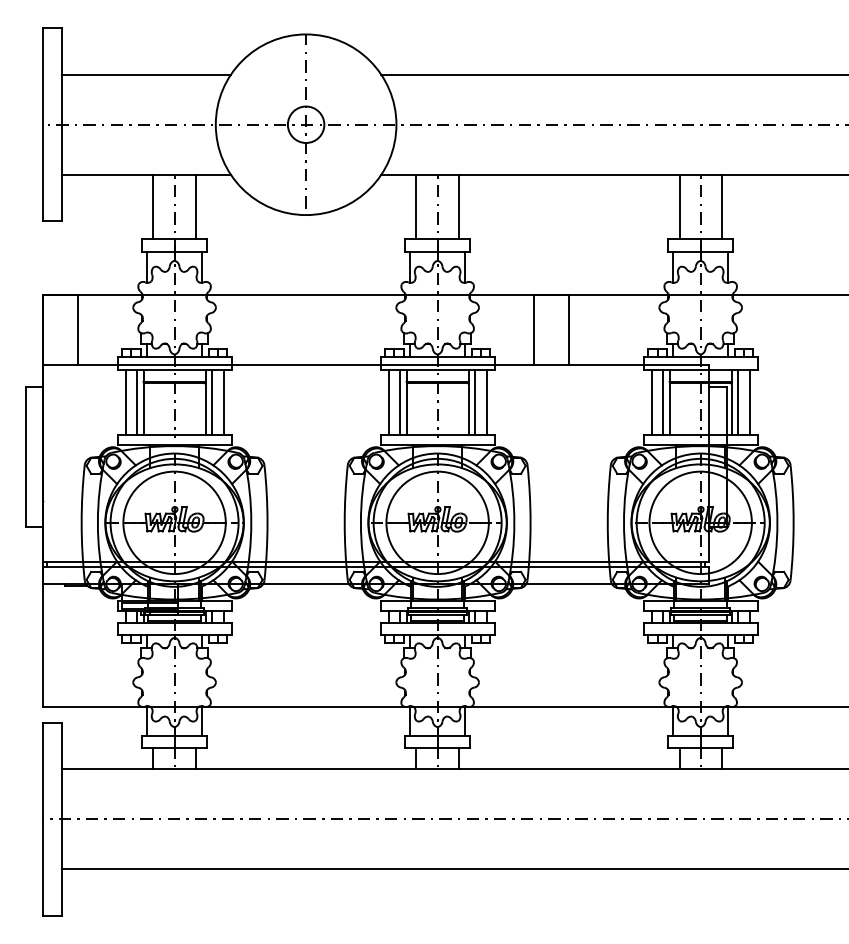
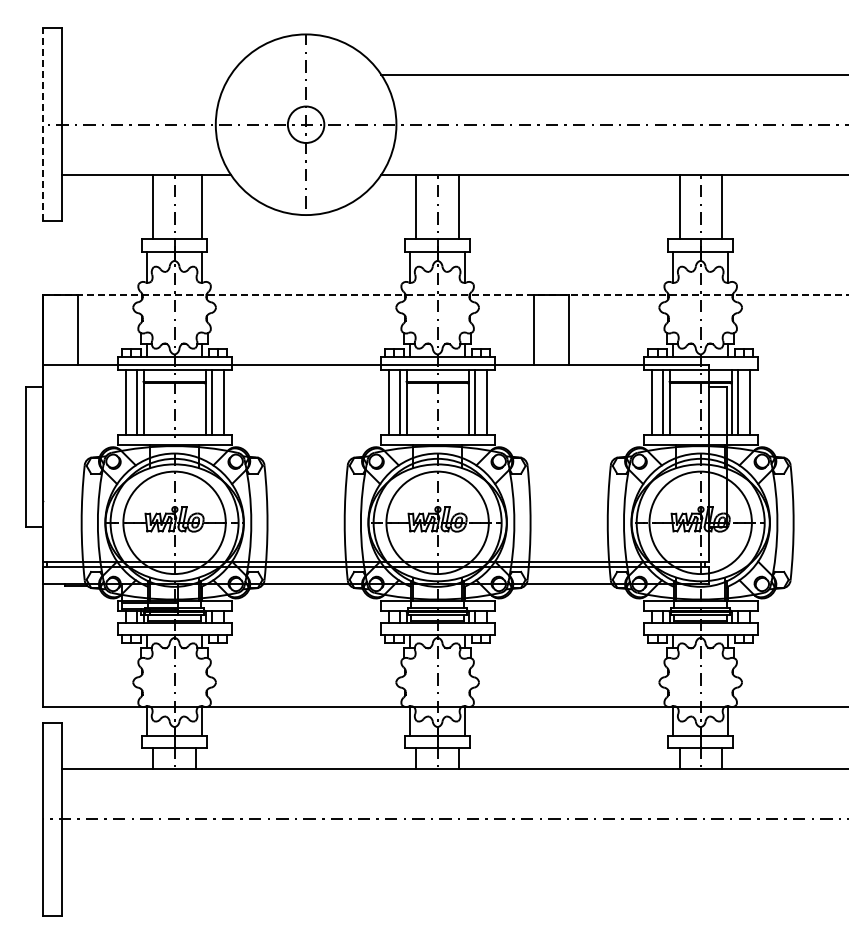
line at (146, 74): present -> none
line at (43, 124): solid -> dashed
line at (195, 206) position: (195, 206) -> (201, 206)
line at (445, 294): solid -> dashed
line at (453, 869): present -> none
